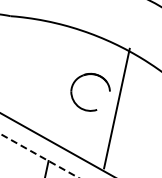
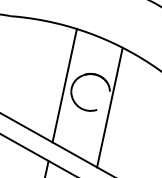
line at (64, 85): none -> present
line at (116, 108) position: (116, 108) -> (109, 107)
line at (39, 156): dashed -> solid
